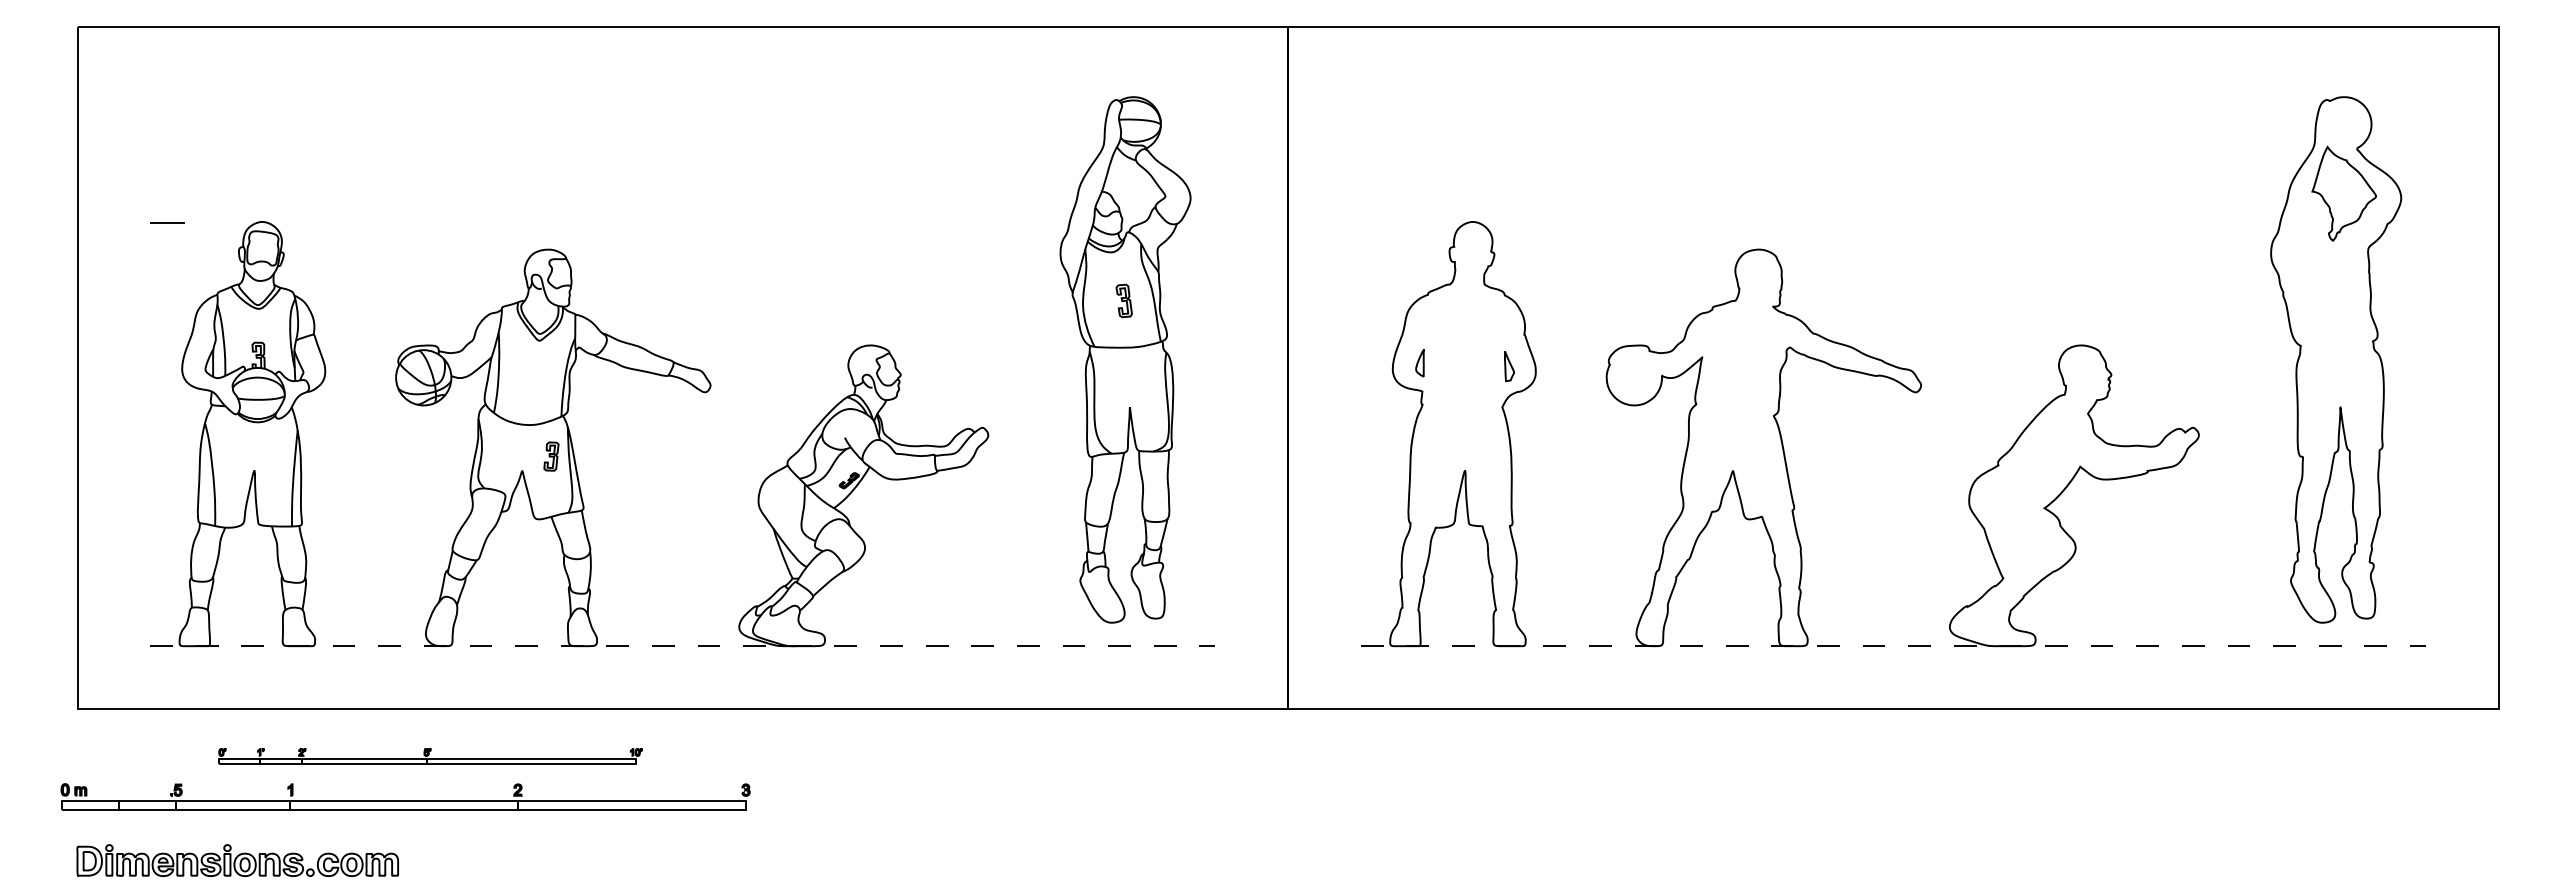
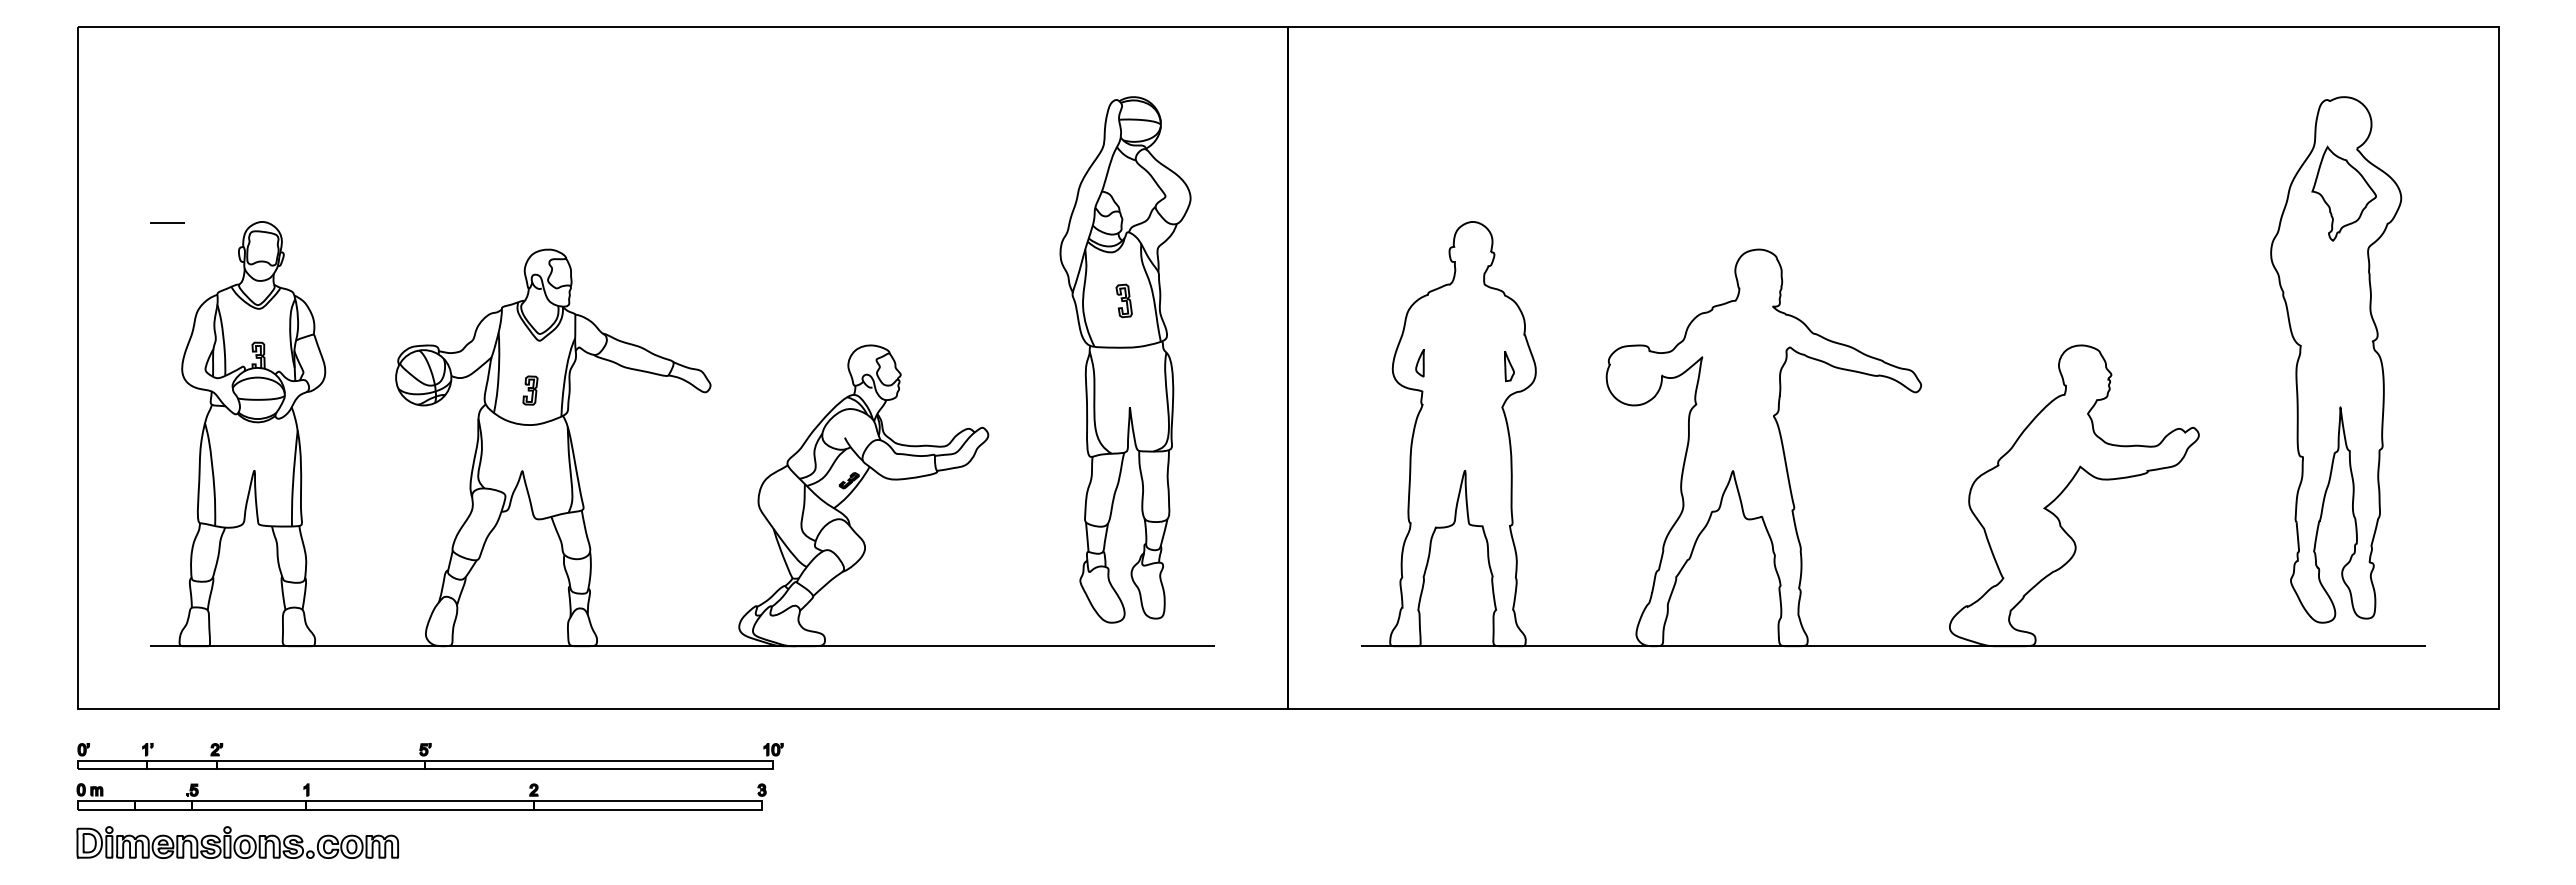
part at (551, 456) position: (551, 456) -> (530, 390)
line at (682, 646): dashed -> solid
line at (1893, 646): dashed -> solid
part at (430, 756) size: 425x17 px -> 707x27 px
part at (405, 796) position: (405, 796) -> (421, 796)
part at (237, 860) position: (237, 860) -> (237, 842)
